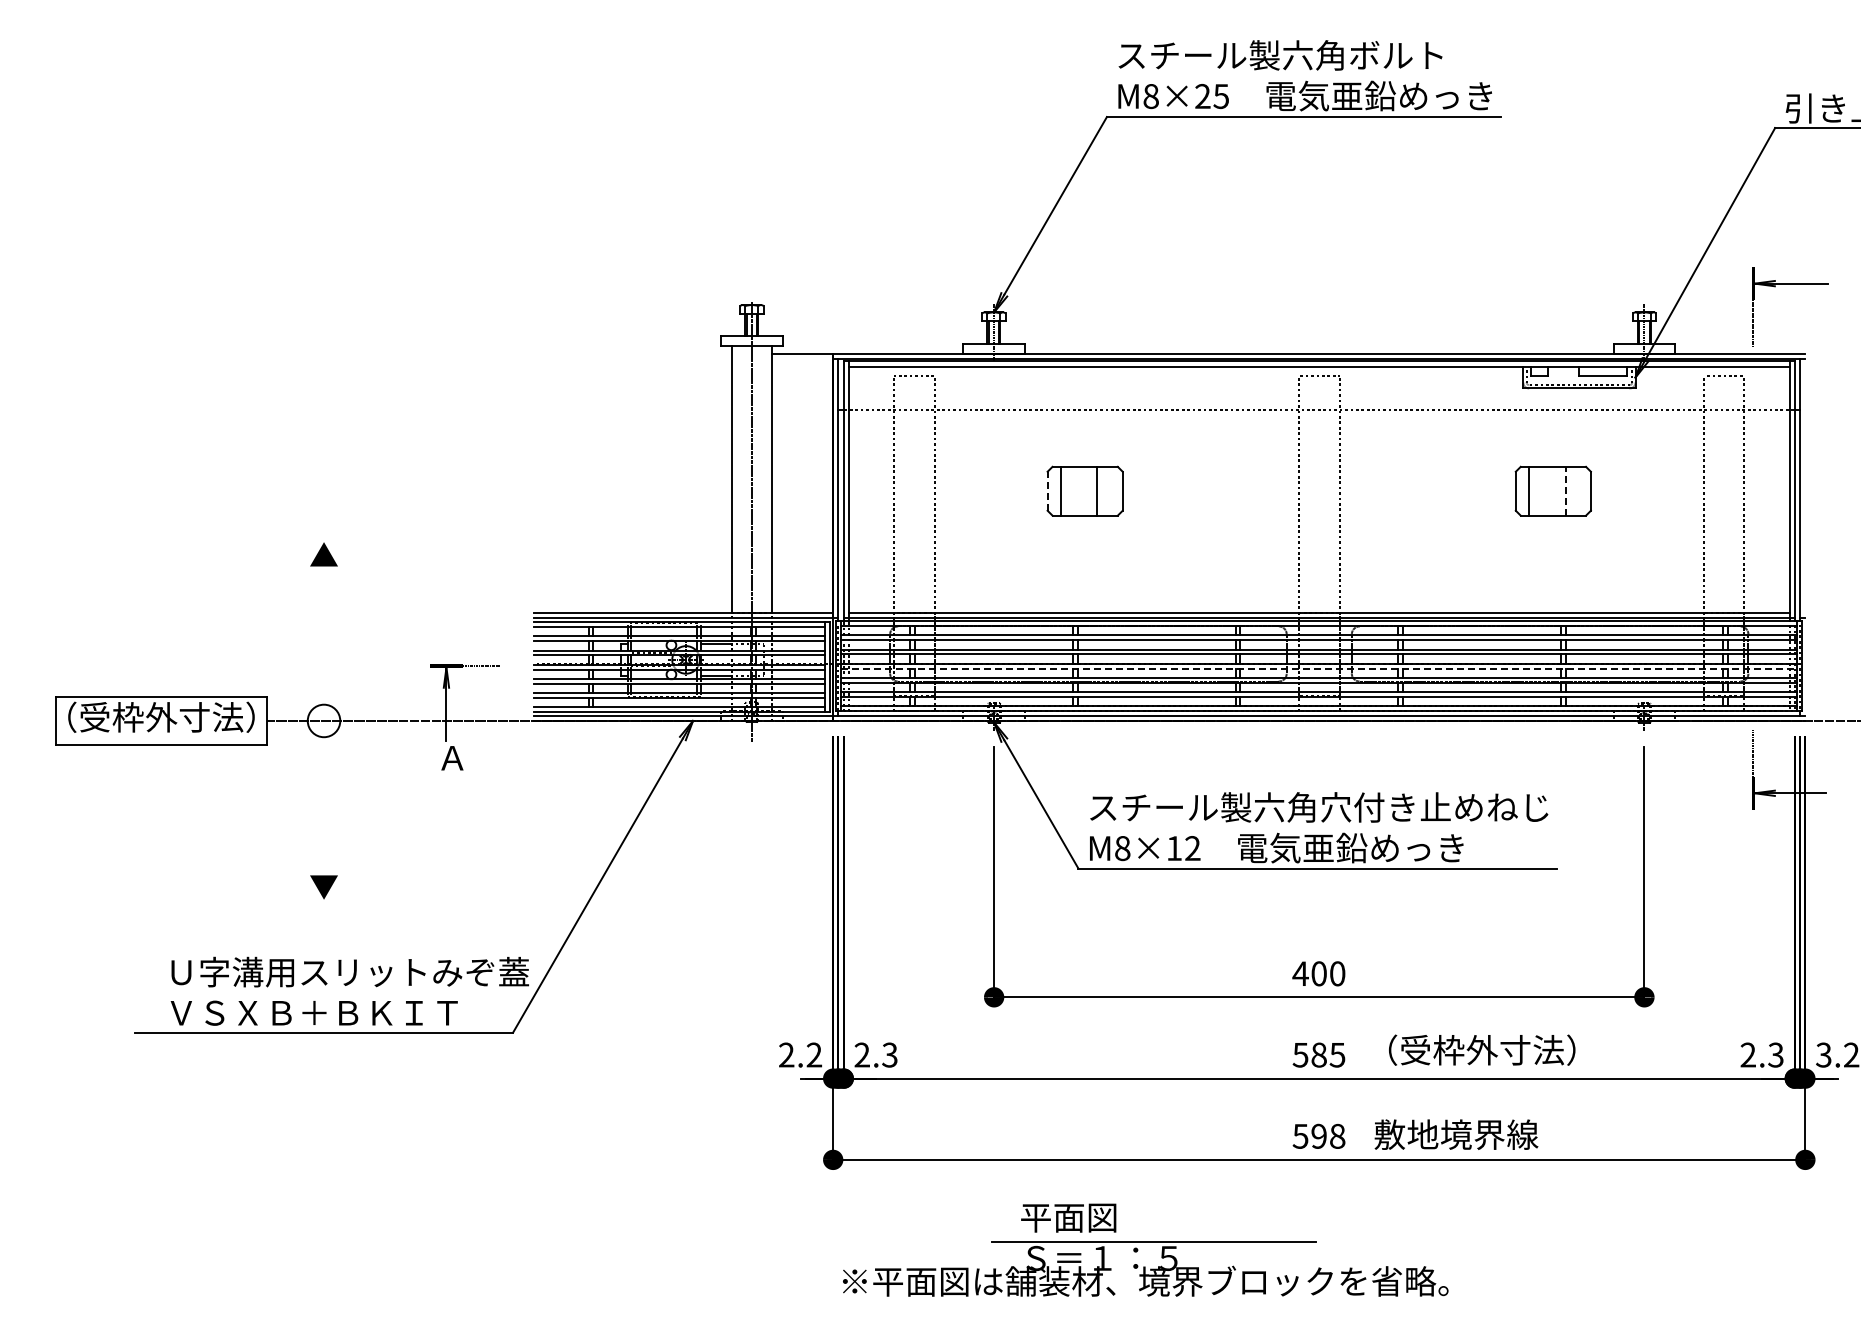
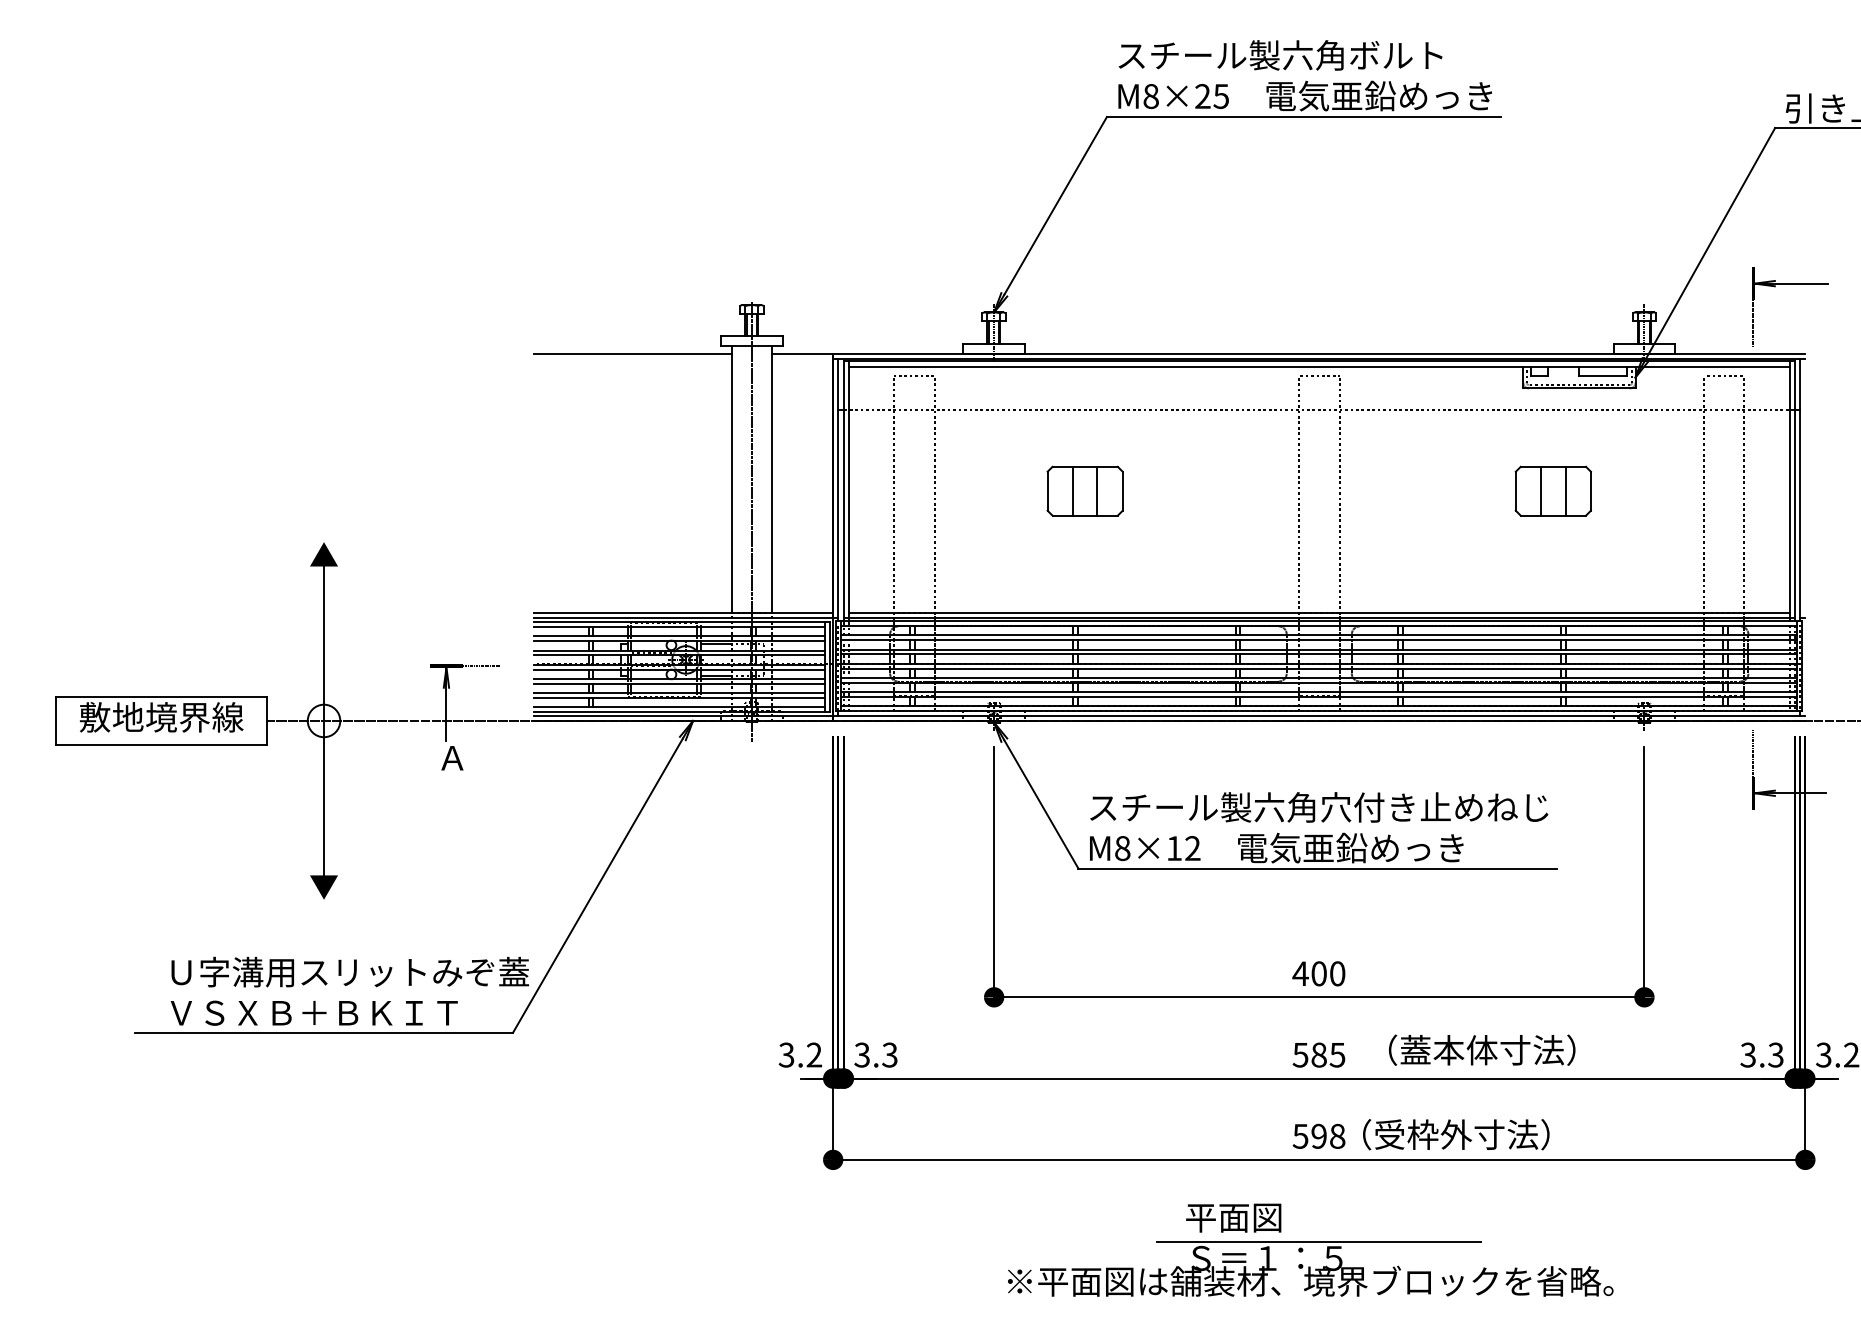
line at (632, 354): none -> present
line at (1060, 490) position: (1060, 490) -> (1072, 490)
line at (1529, 490) position: (1529, 490) -> (1541, 490)
line at (1565, 490): dashed -> solid
line at (1047, 491): dashed -> solid
line at (1319, 668): dashed -> solid
text at (161, 716): （受枠外寸法） -> 敷地境界線
line at (324, 720): none -> present
text at (1448, 1050): （受枠外寸法） -> （蓋本体寸法）
text at (786, 1055): 2.2 -> 3.2
text at (861, 1055): 2.3 -> 3.3
text at (1747, 1055): 2.3 -> 3.3
text at (1456, 1134): 敷地境界線 -> （受枠外寸法）
part at (1145, 1242) position: (1145, 1242) -> (1310, 1242)
